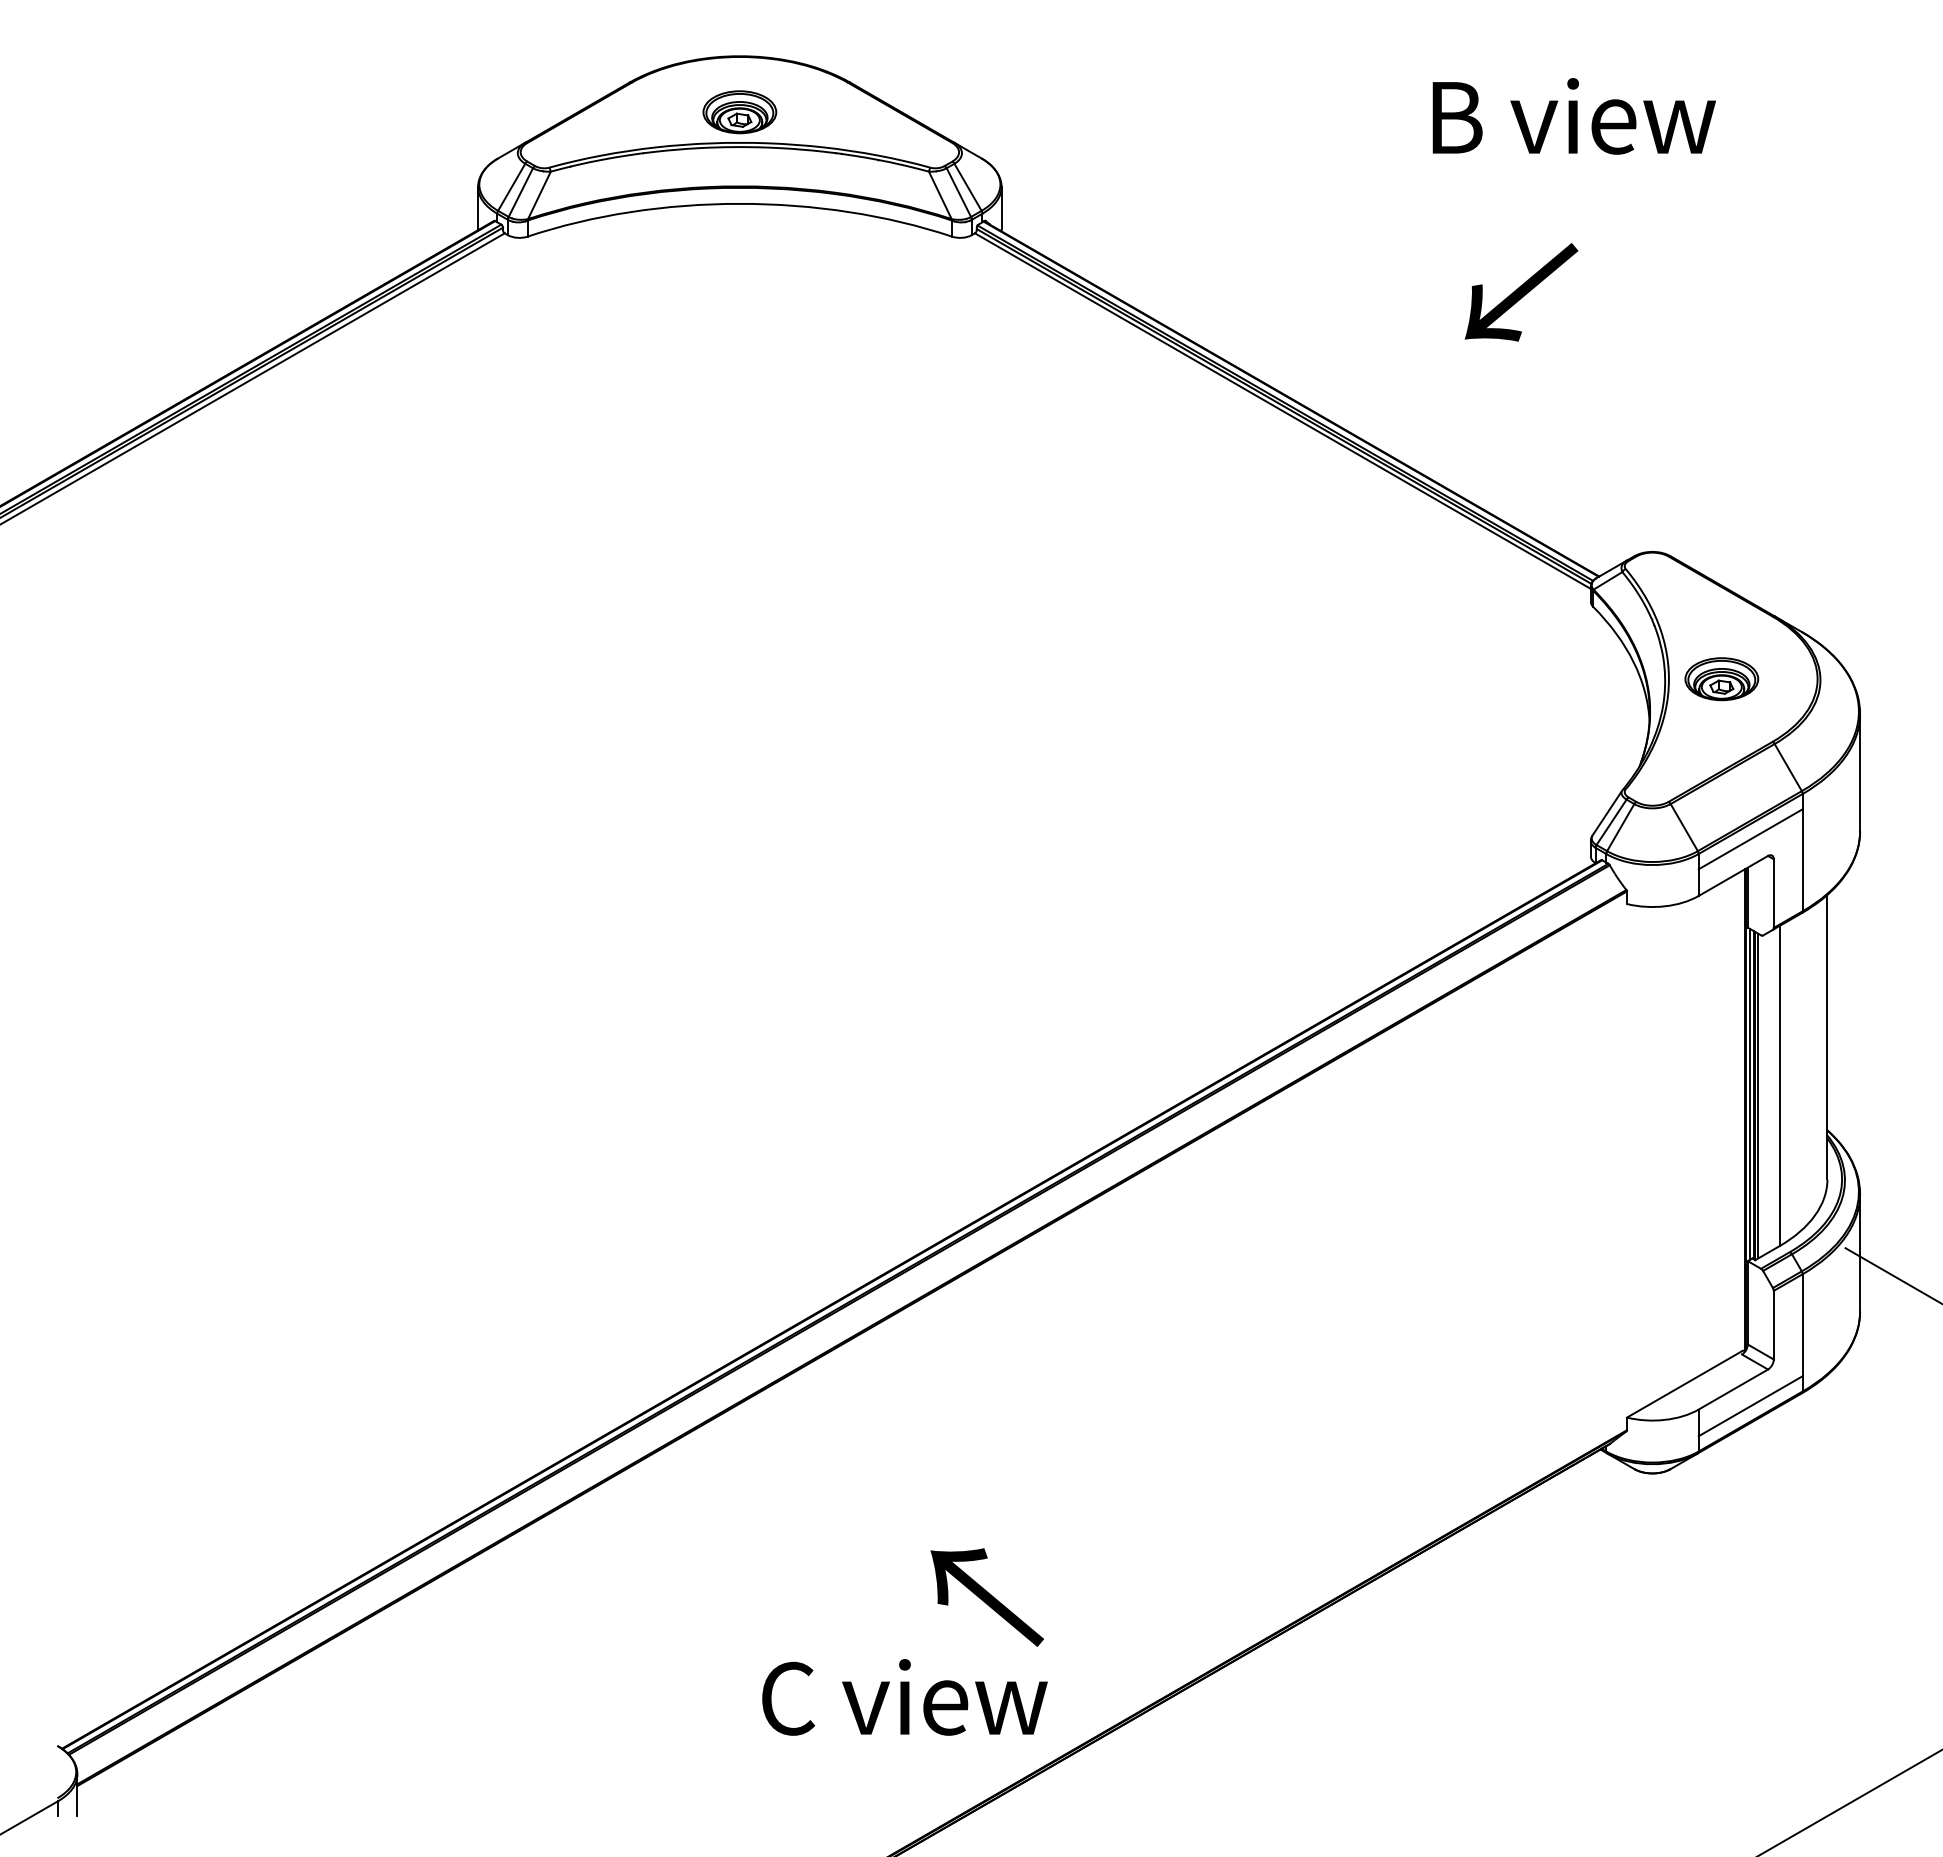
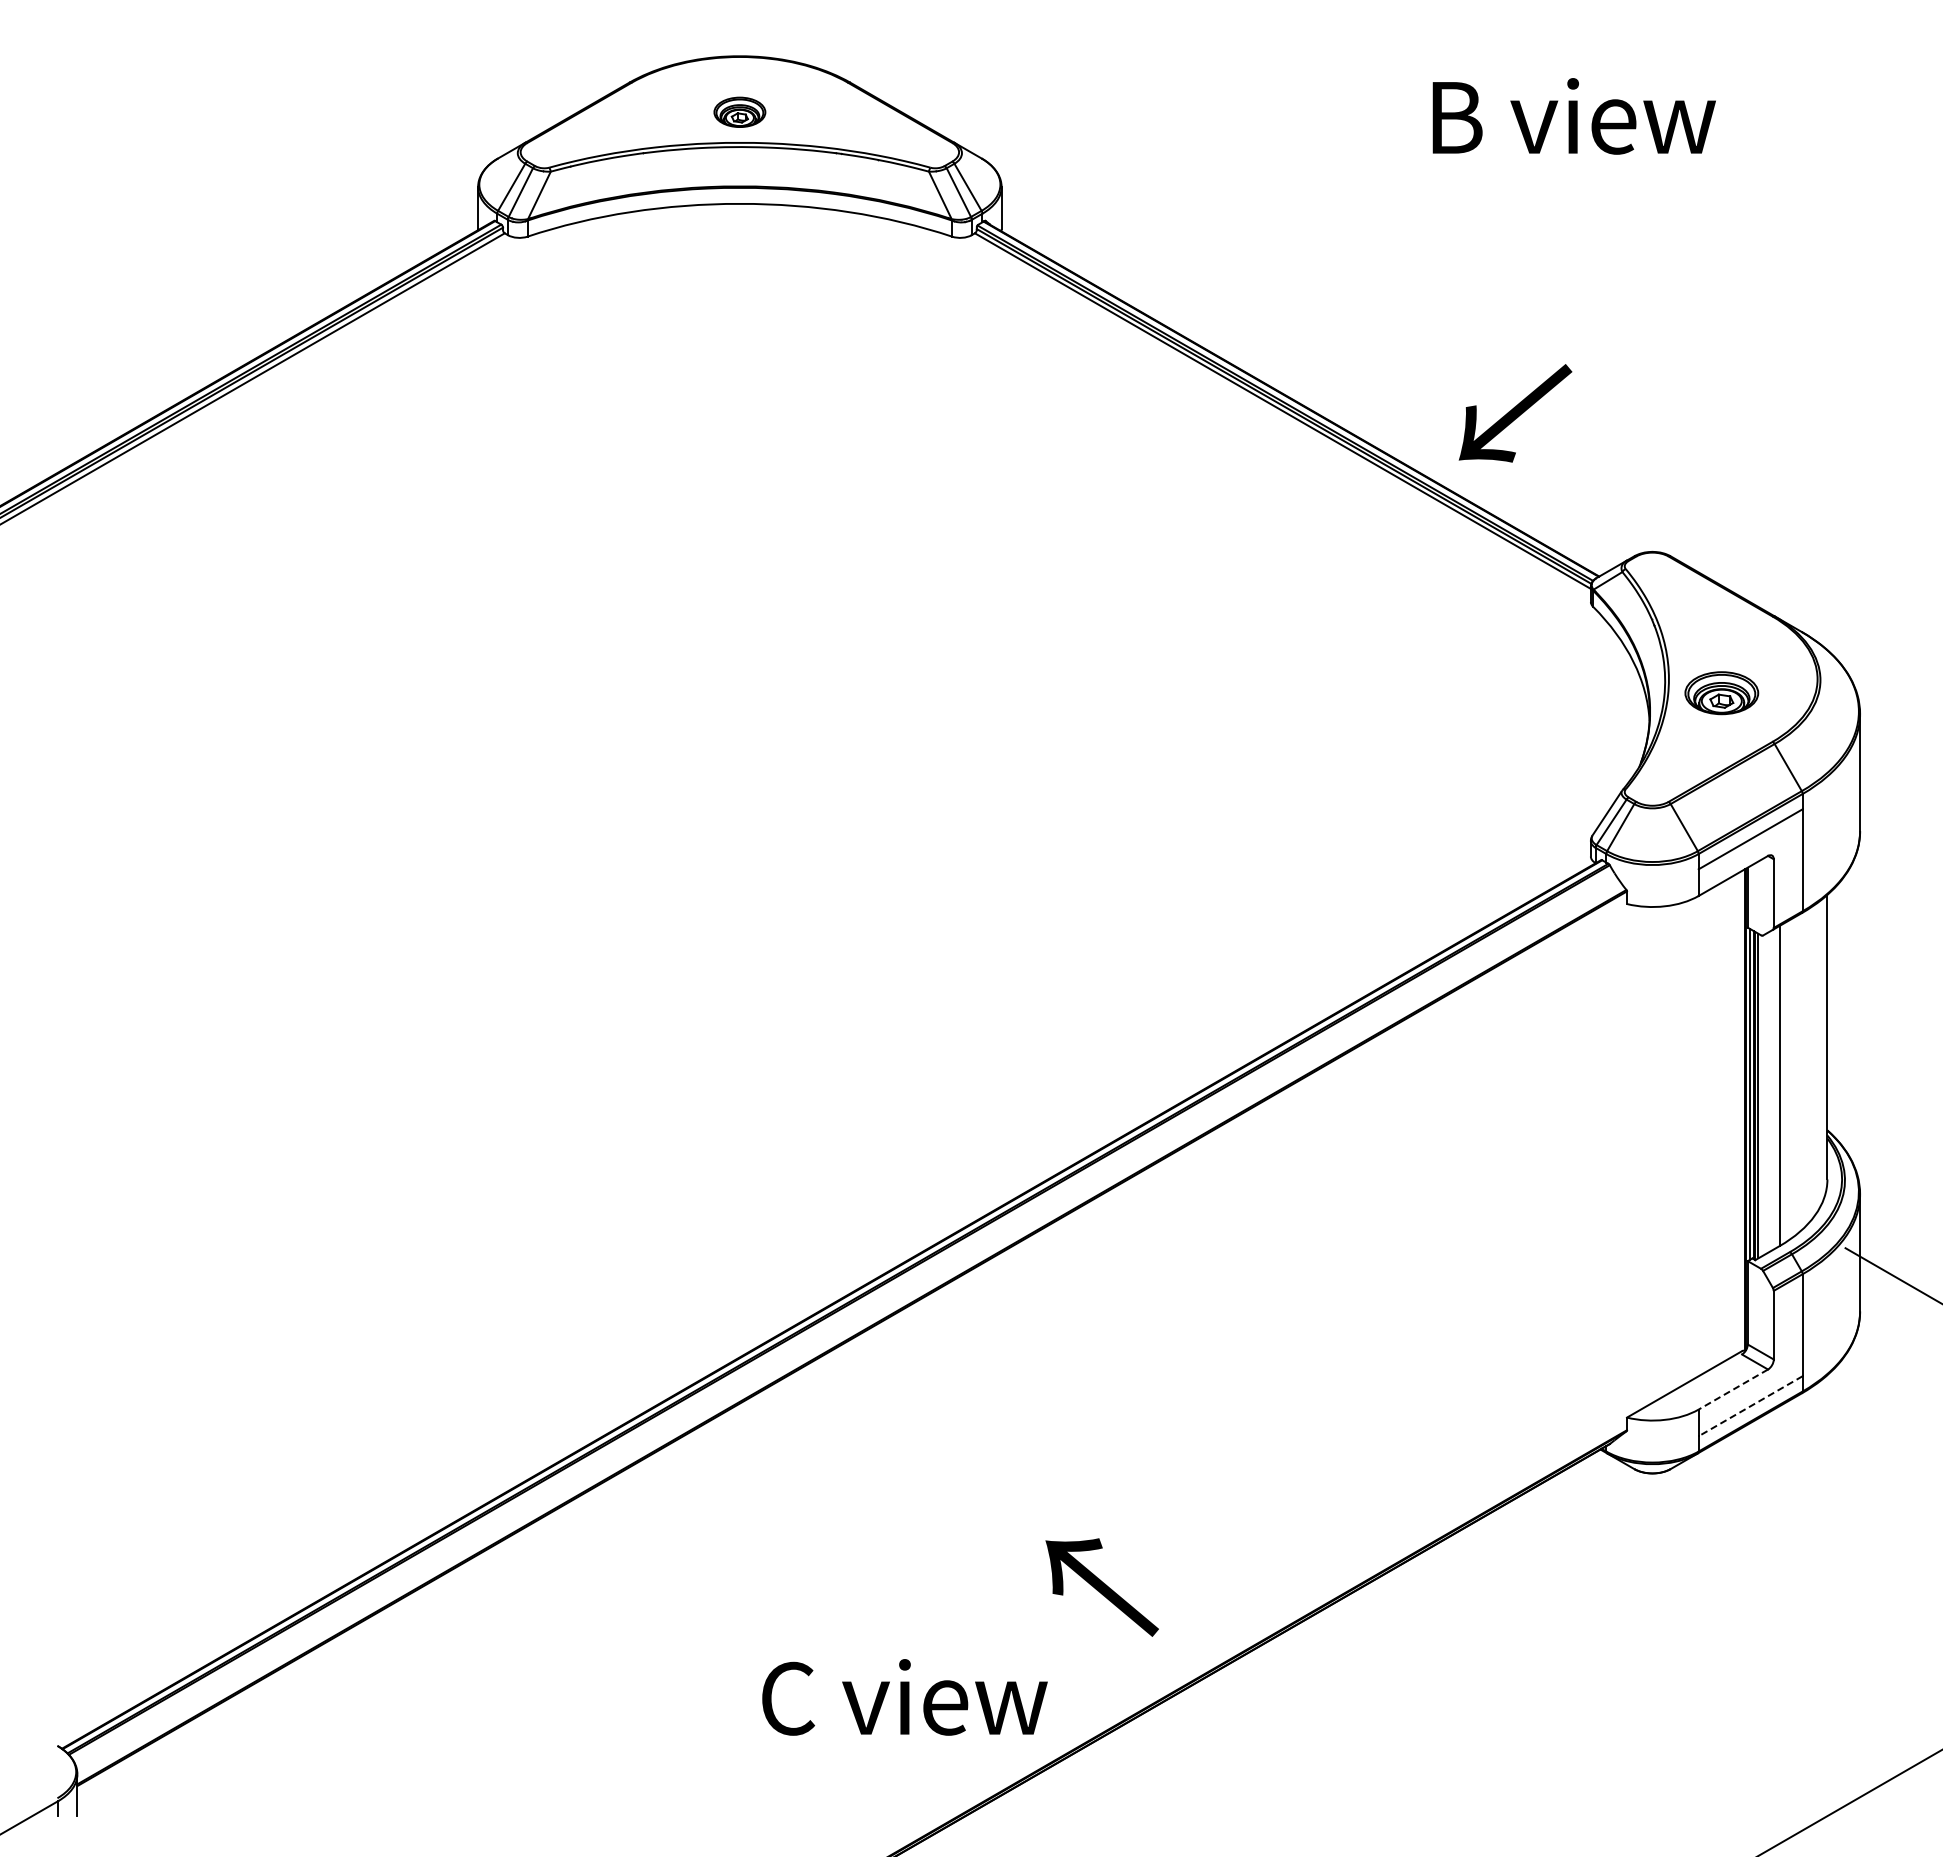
part at (739, 112) size: 76x45 px -> 54x32 px
text at (1521, 292) position: (1521, 292) -> (1515, 413)
part at (1721, 679) position: (1721, 679) -> (1721, 693)
line at (1732, 1389): solid -> dashed
line at (1750, 1406): solid -> dashed
text at (986, 1597) position: (986, 1597) -> (1101, 1587)
